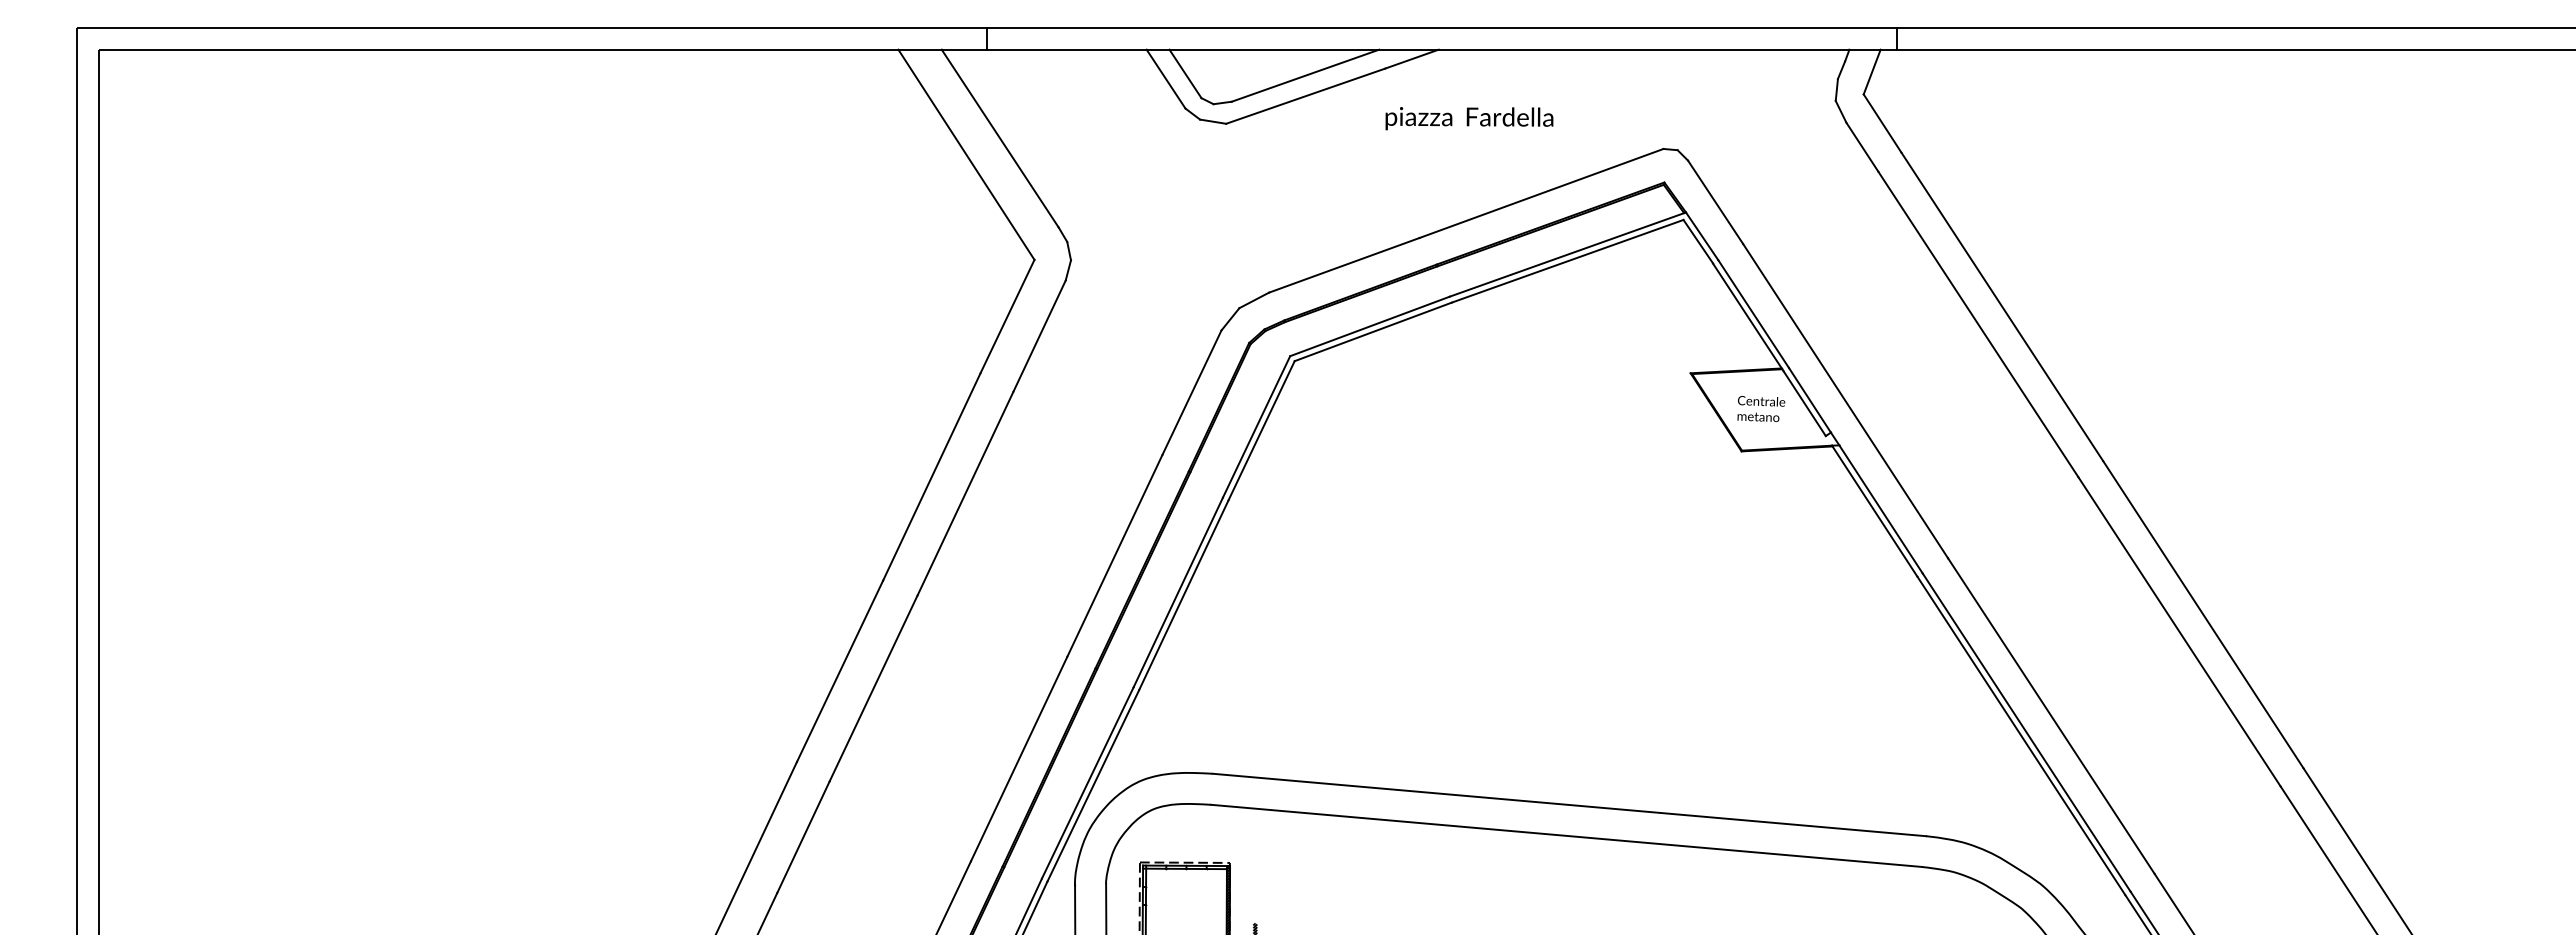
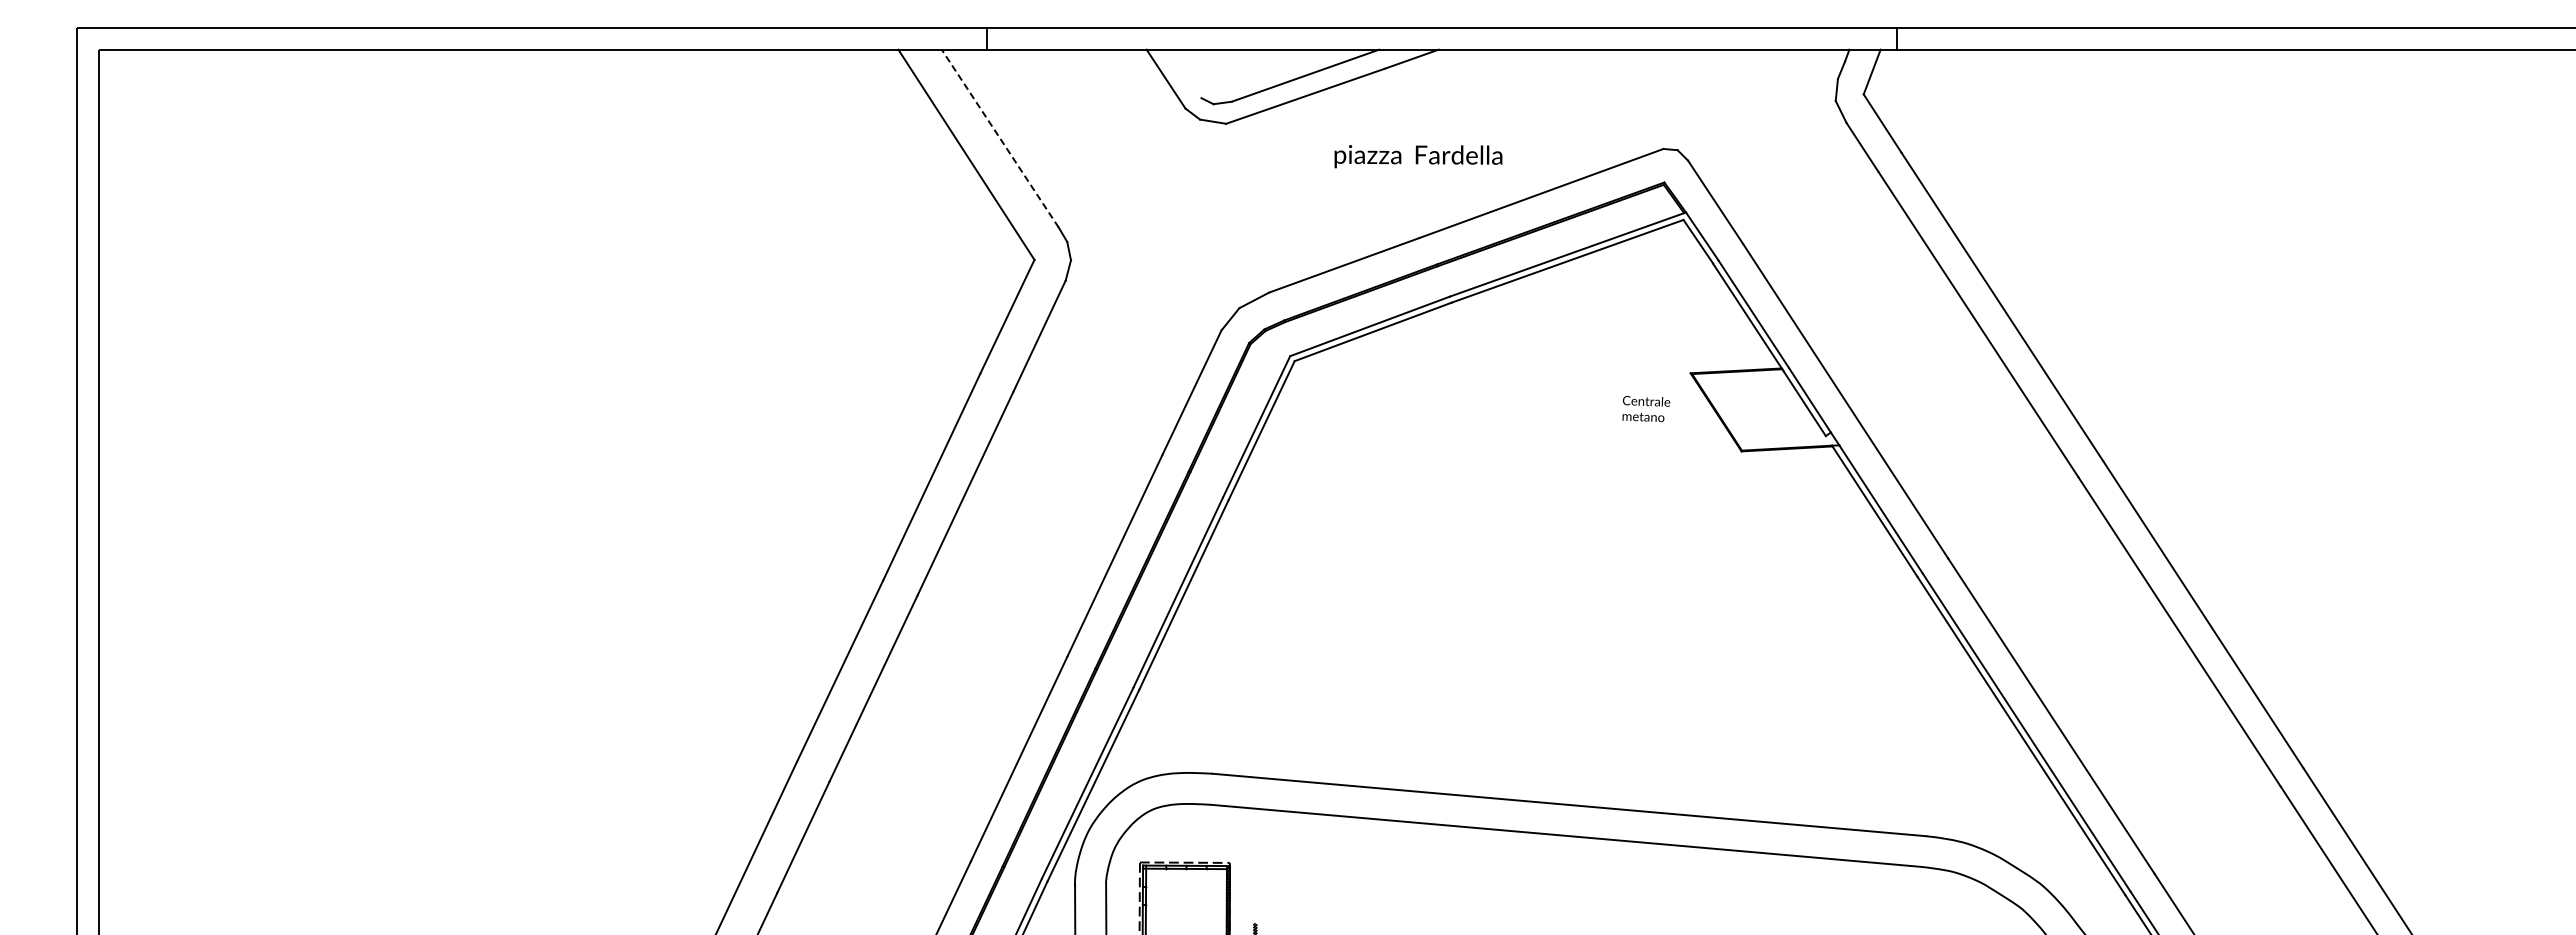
line at (1185, 73): present -> none
text at (1469, 118) position: (1469, 118) -> (1418, 156)
line at (999, 138): solid -> dashed
text at (1761, 409) position: (1761, 409) -> (1646, 409)
